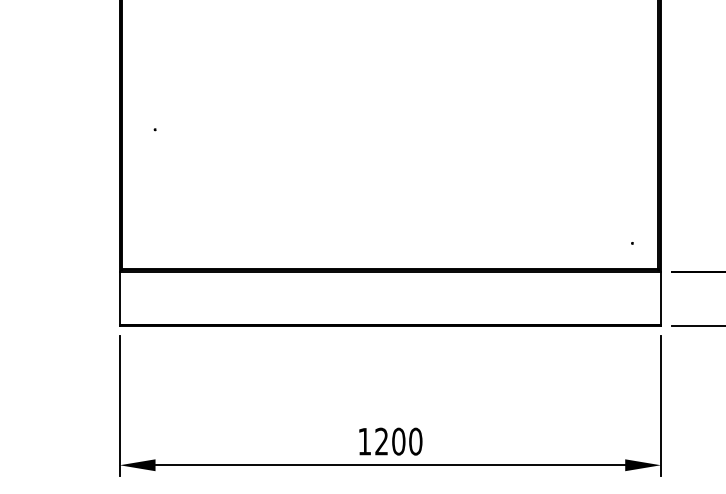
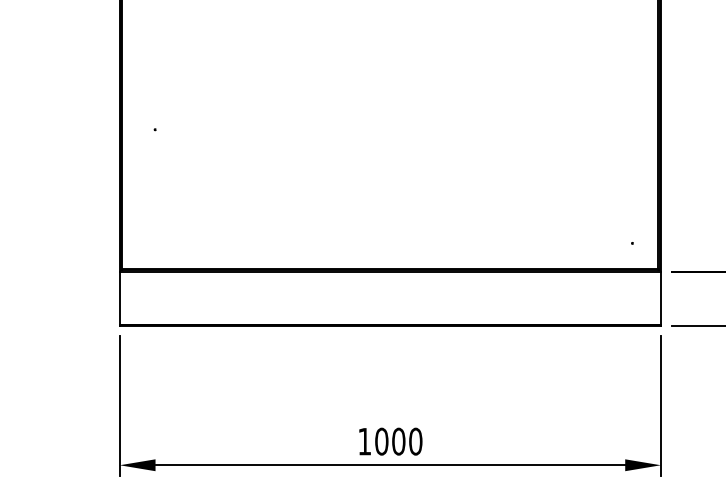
text at (381, 441): 1200 -> 1000
